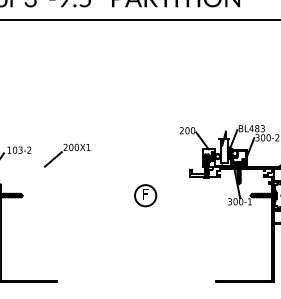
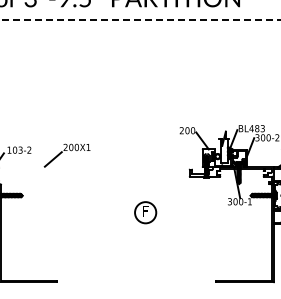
line at (140, 20): solid -> dashed
part at (145, 195) position: (145, 195) -> (145, 212)
